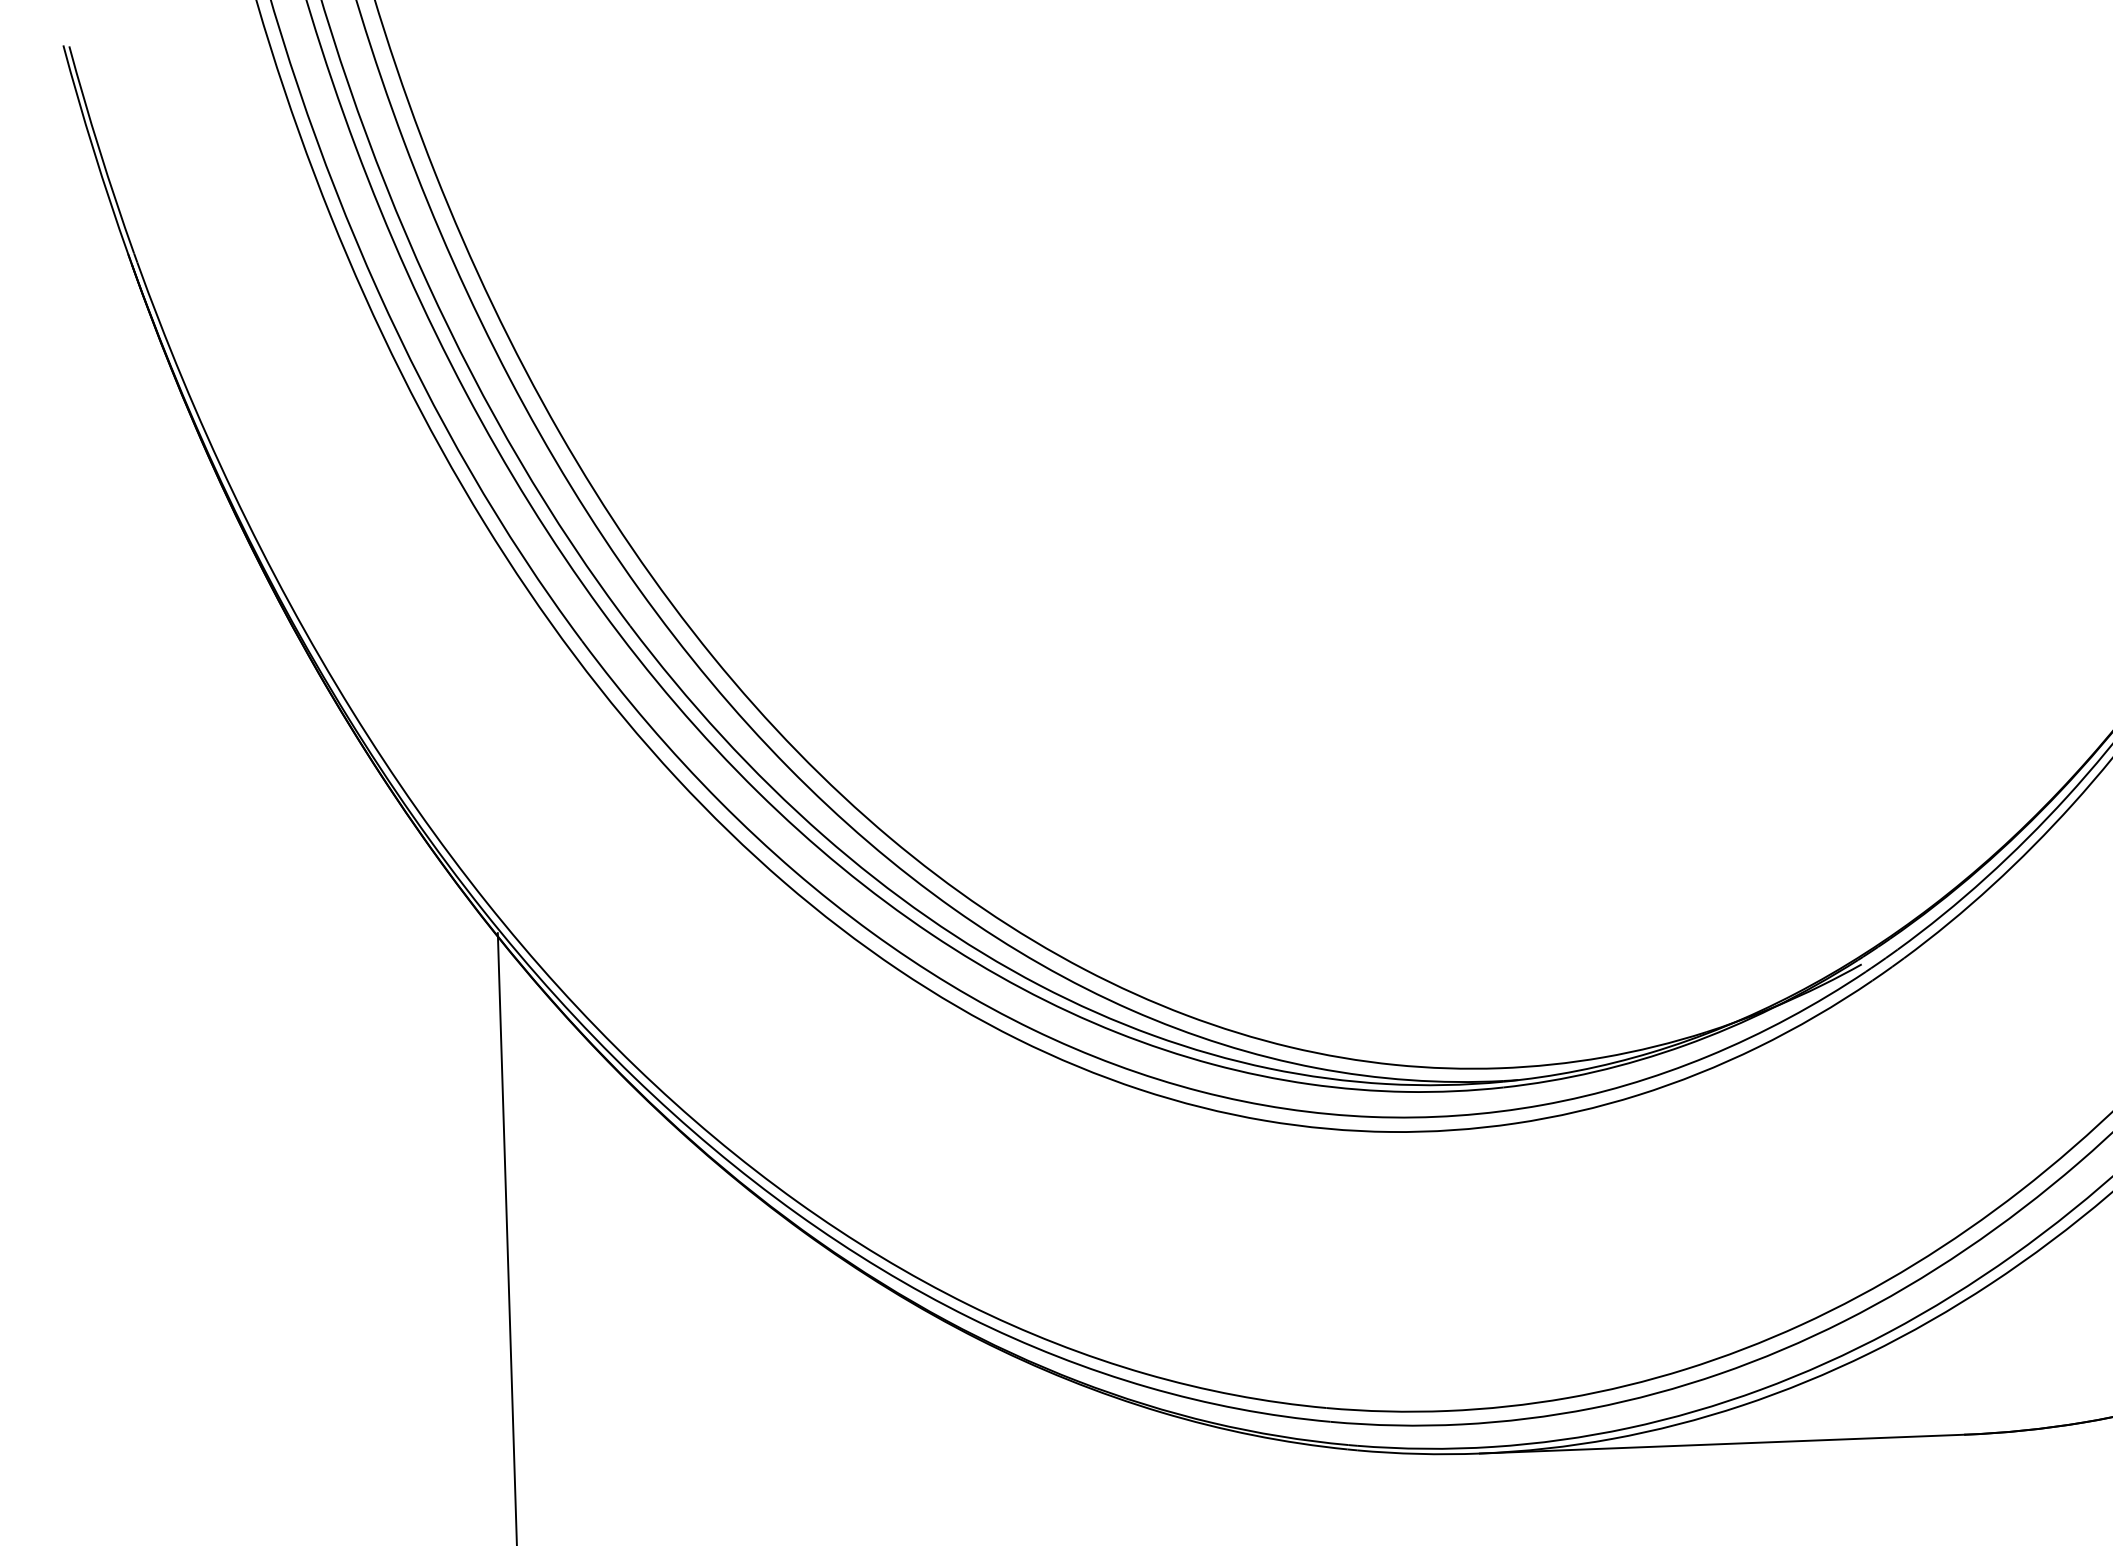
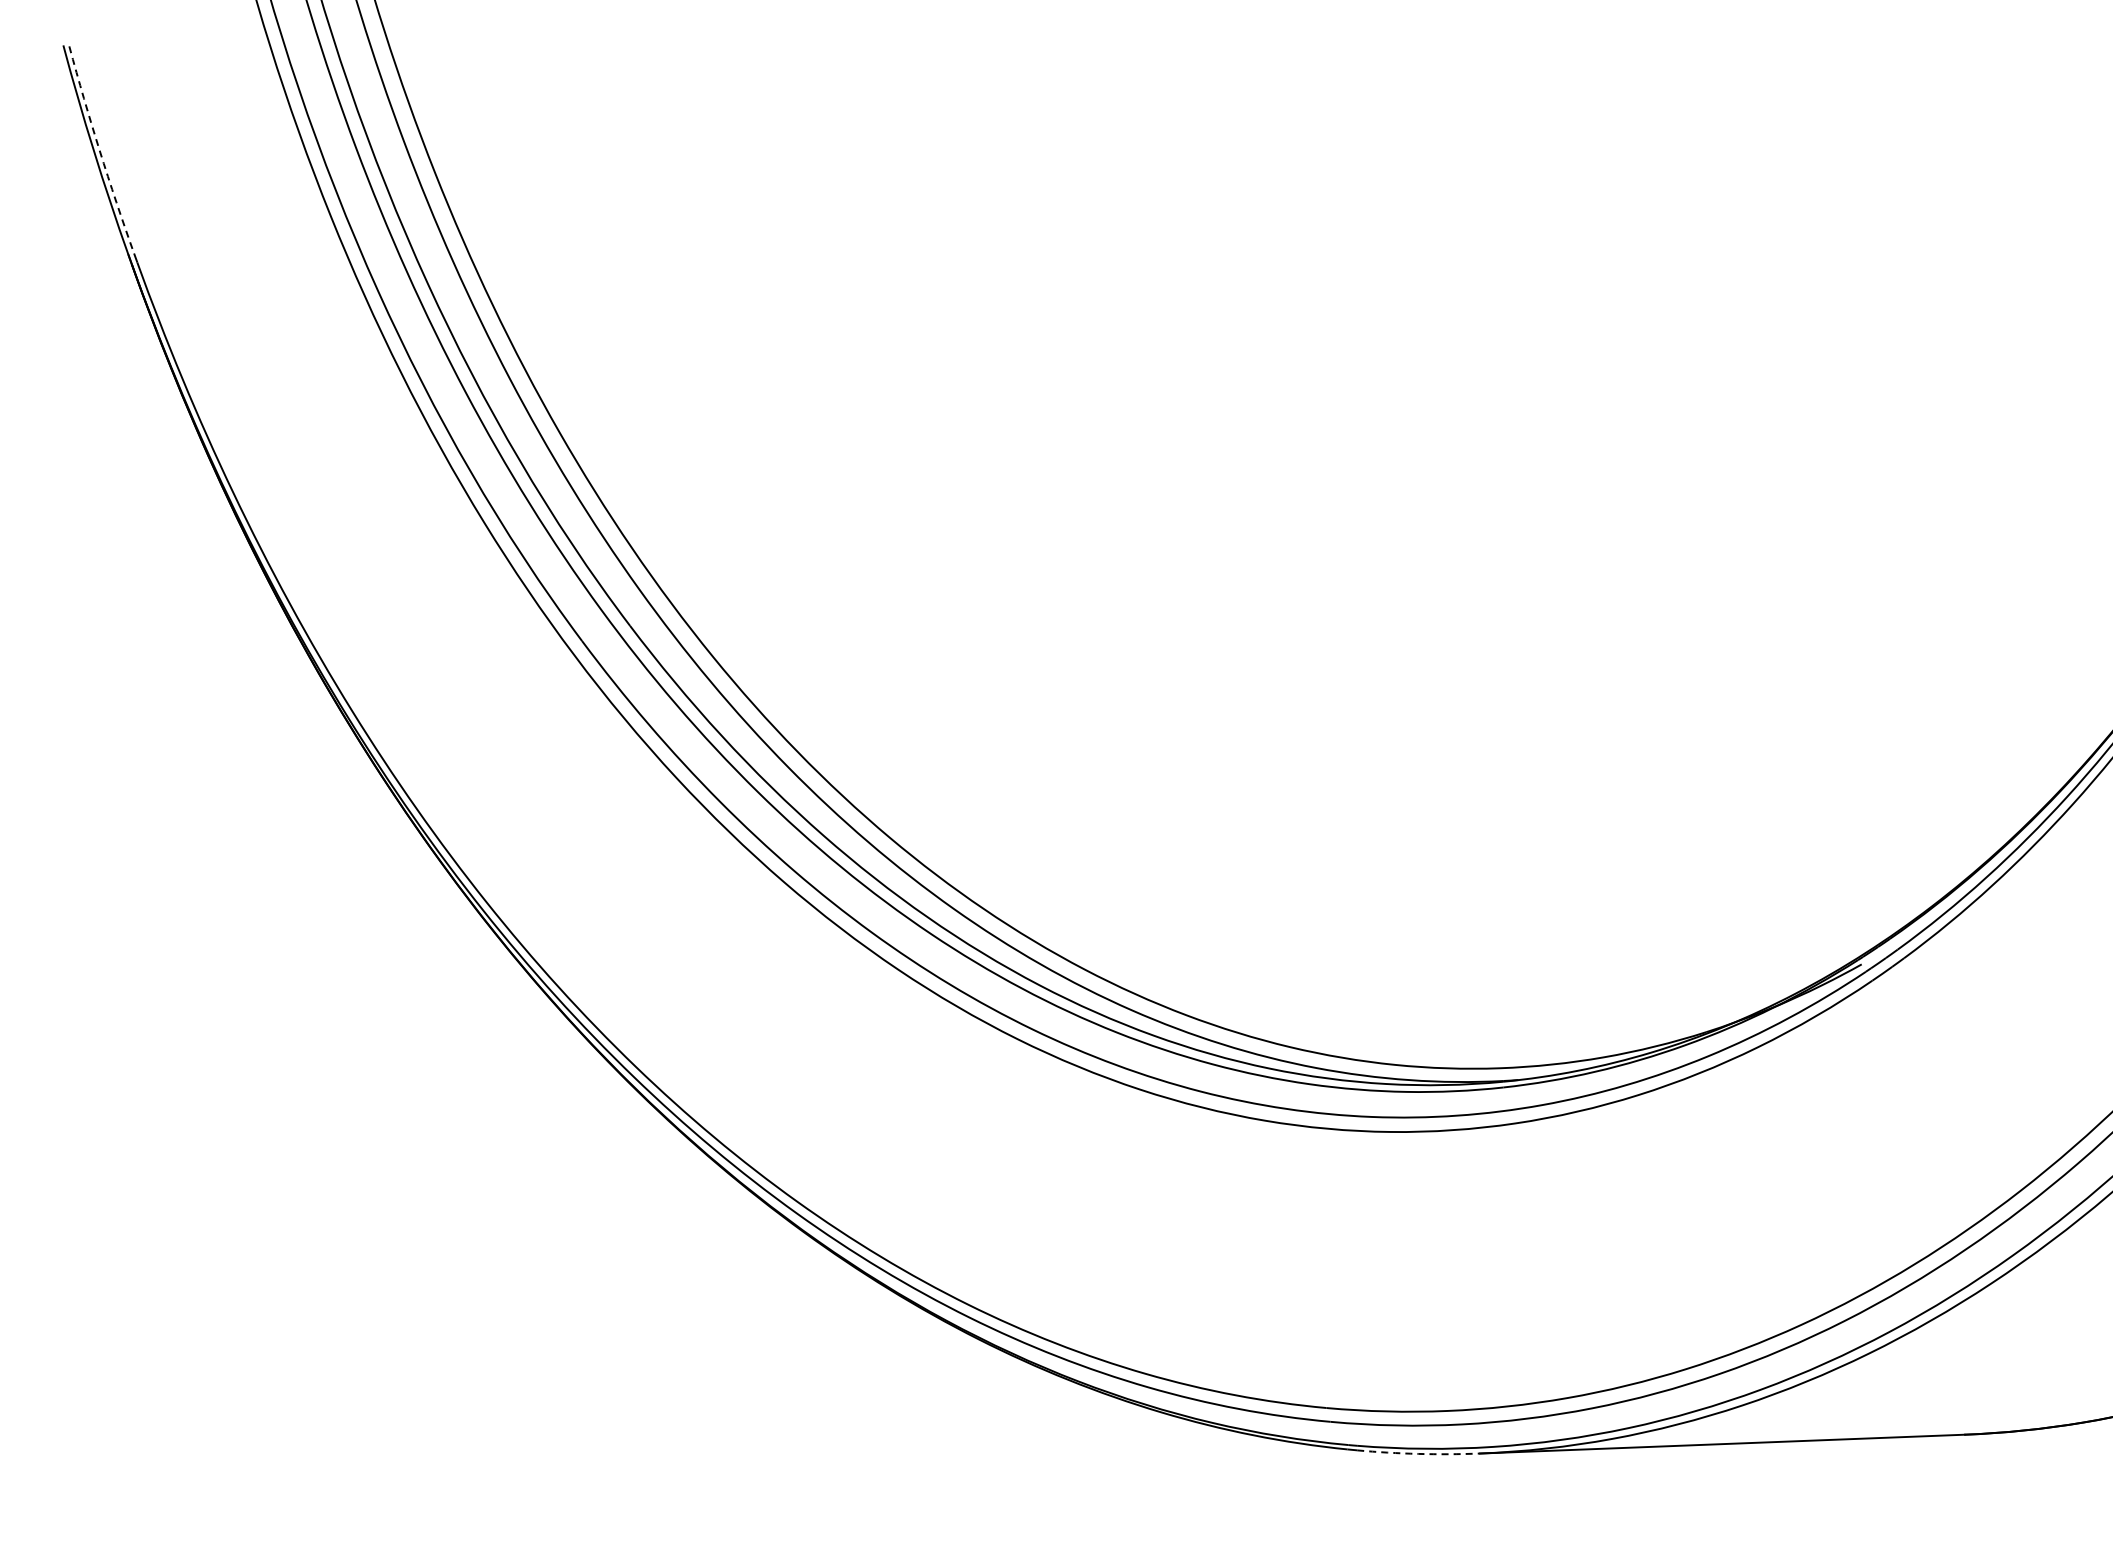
arc at (99, 150): solid -> dashed
line at (506, 1237): present -> none
arc at (1418, 1453): solid -> dashed
